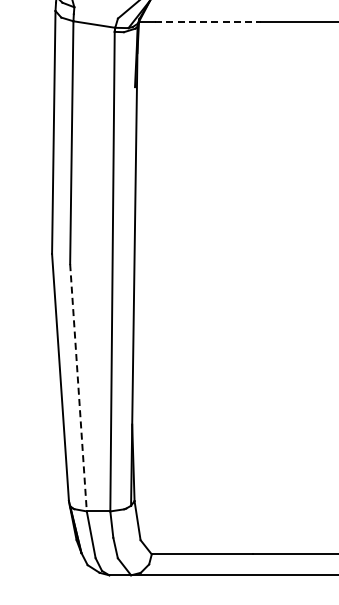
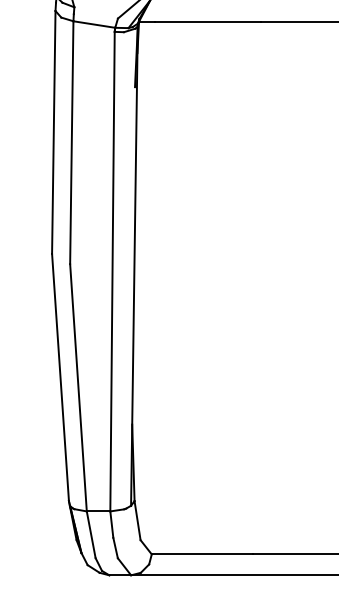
line at (208, 21): dashed -> solid
line at (78, 387): dashed -> solid
